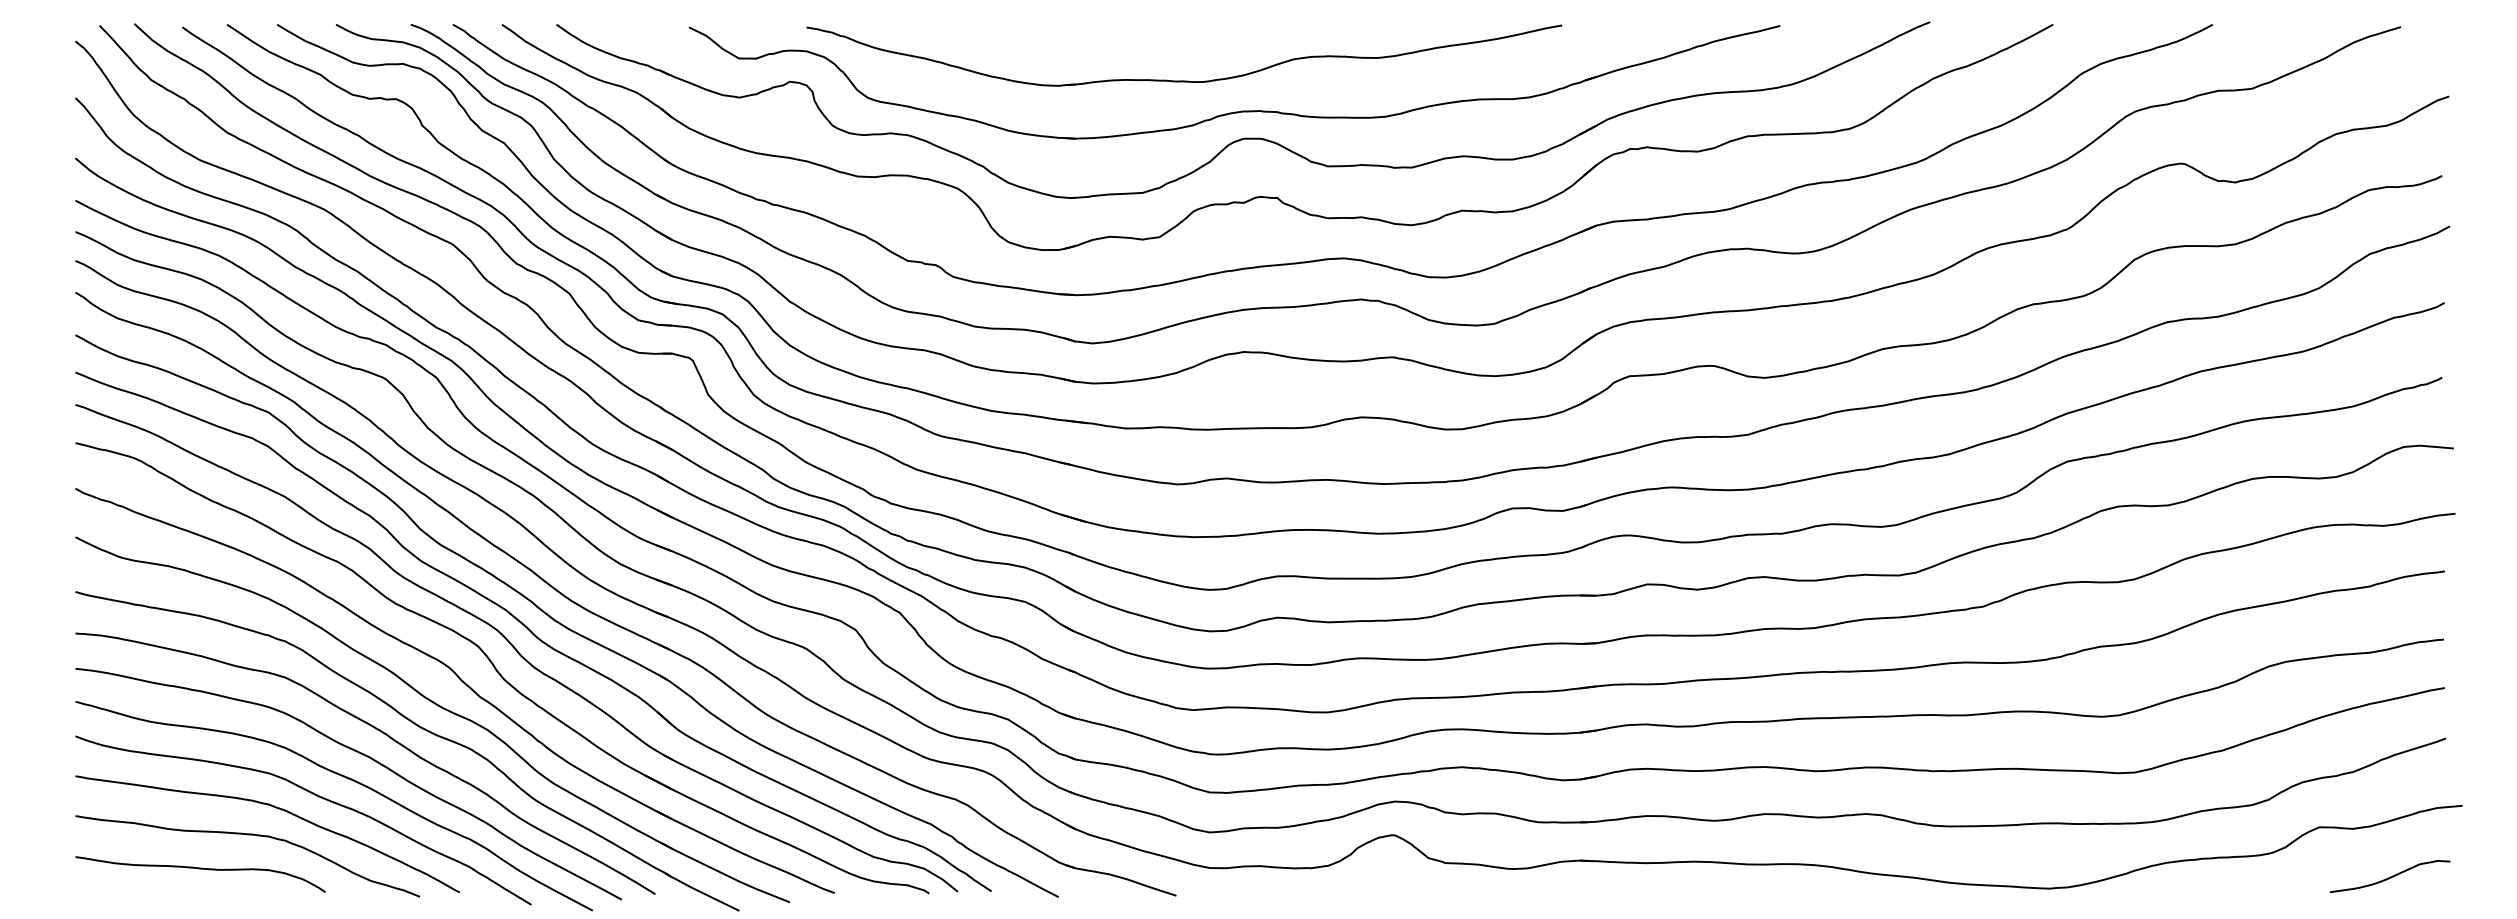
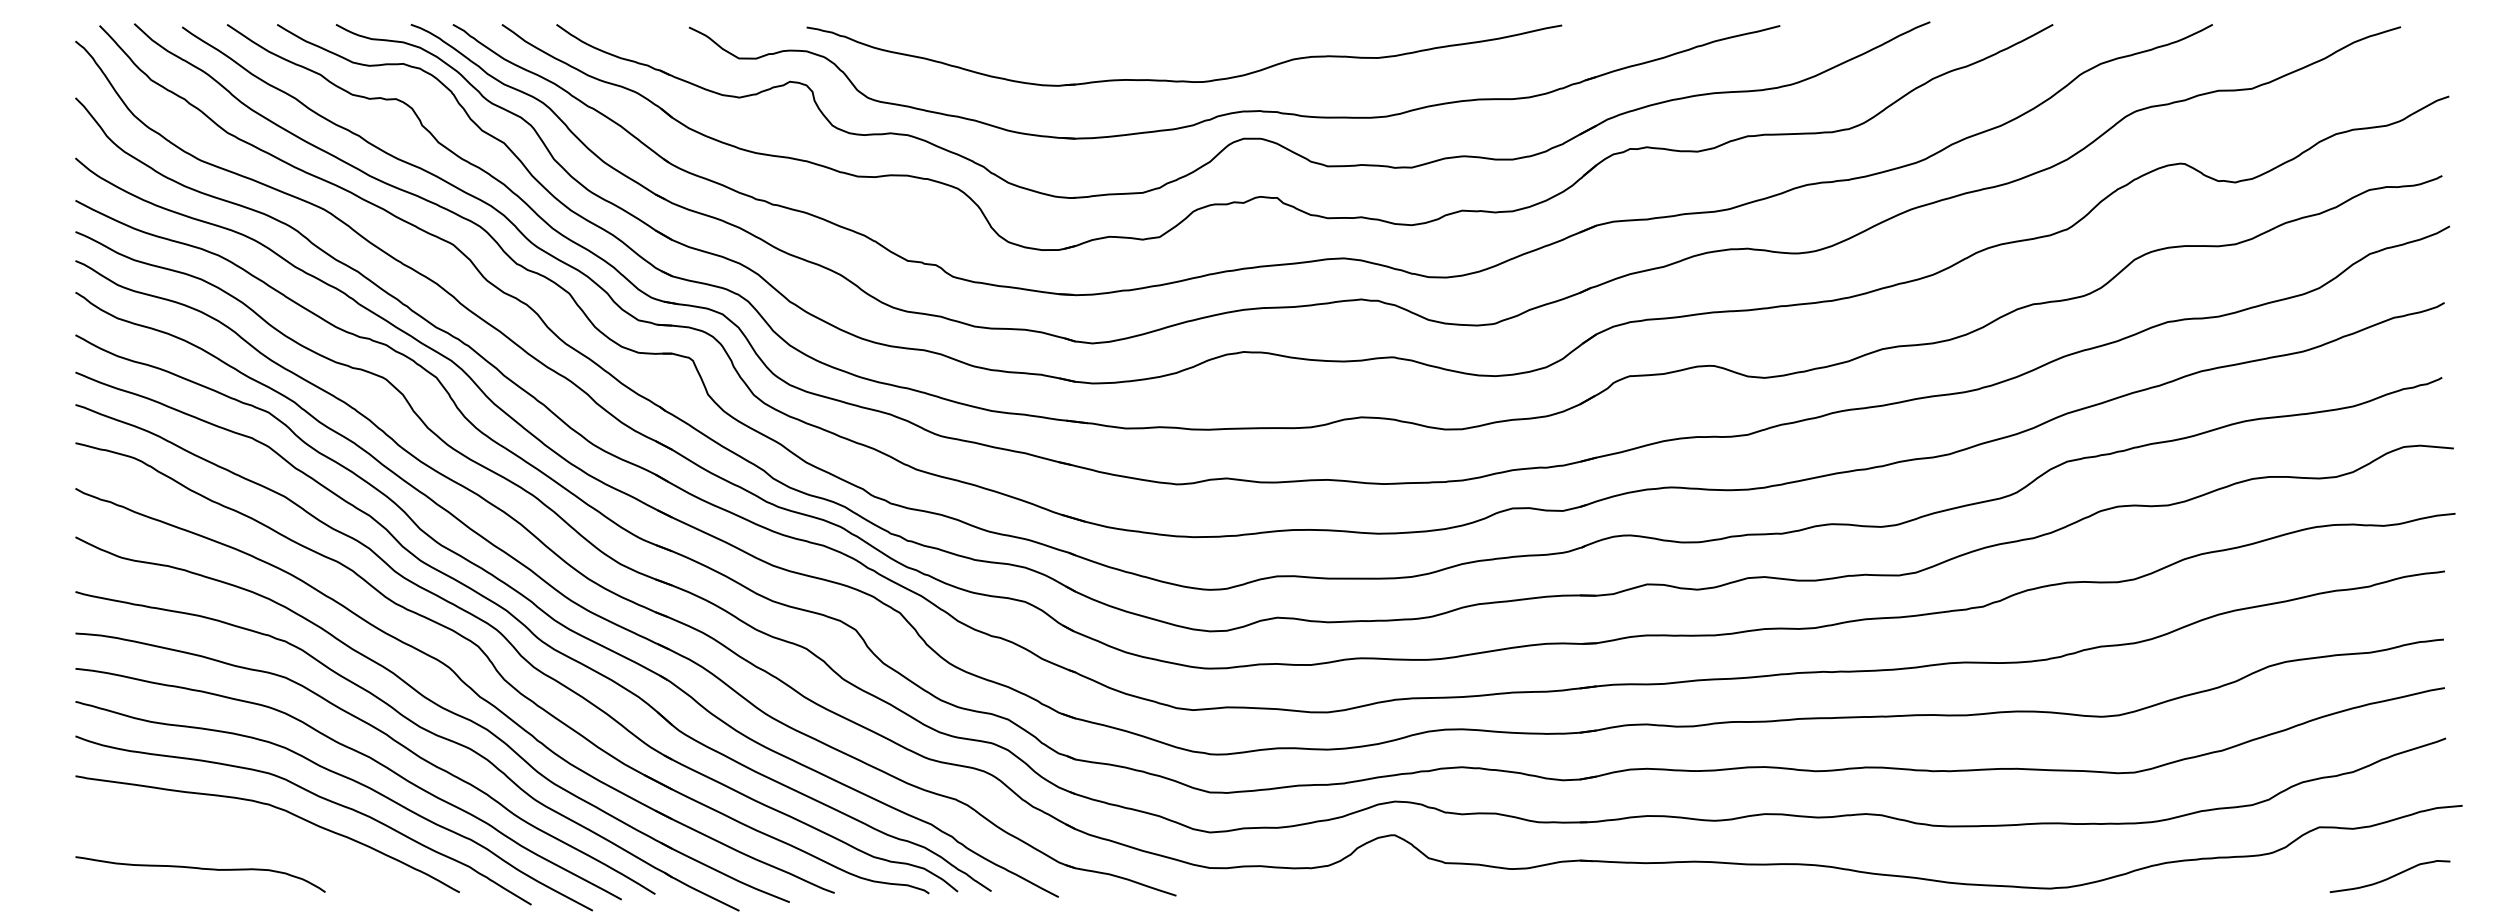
curve at (247, 835): present -> none
